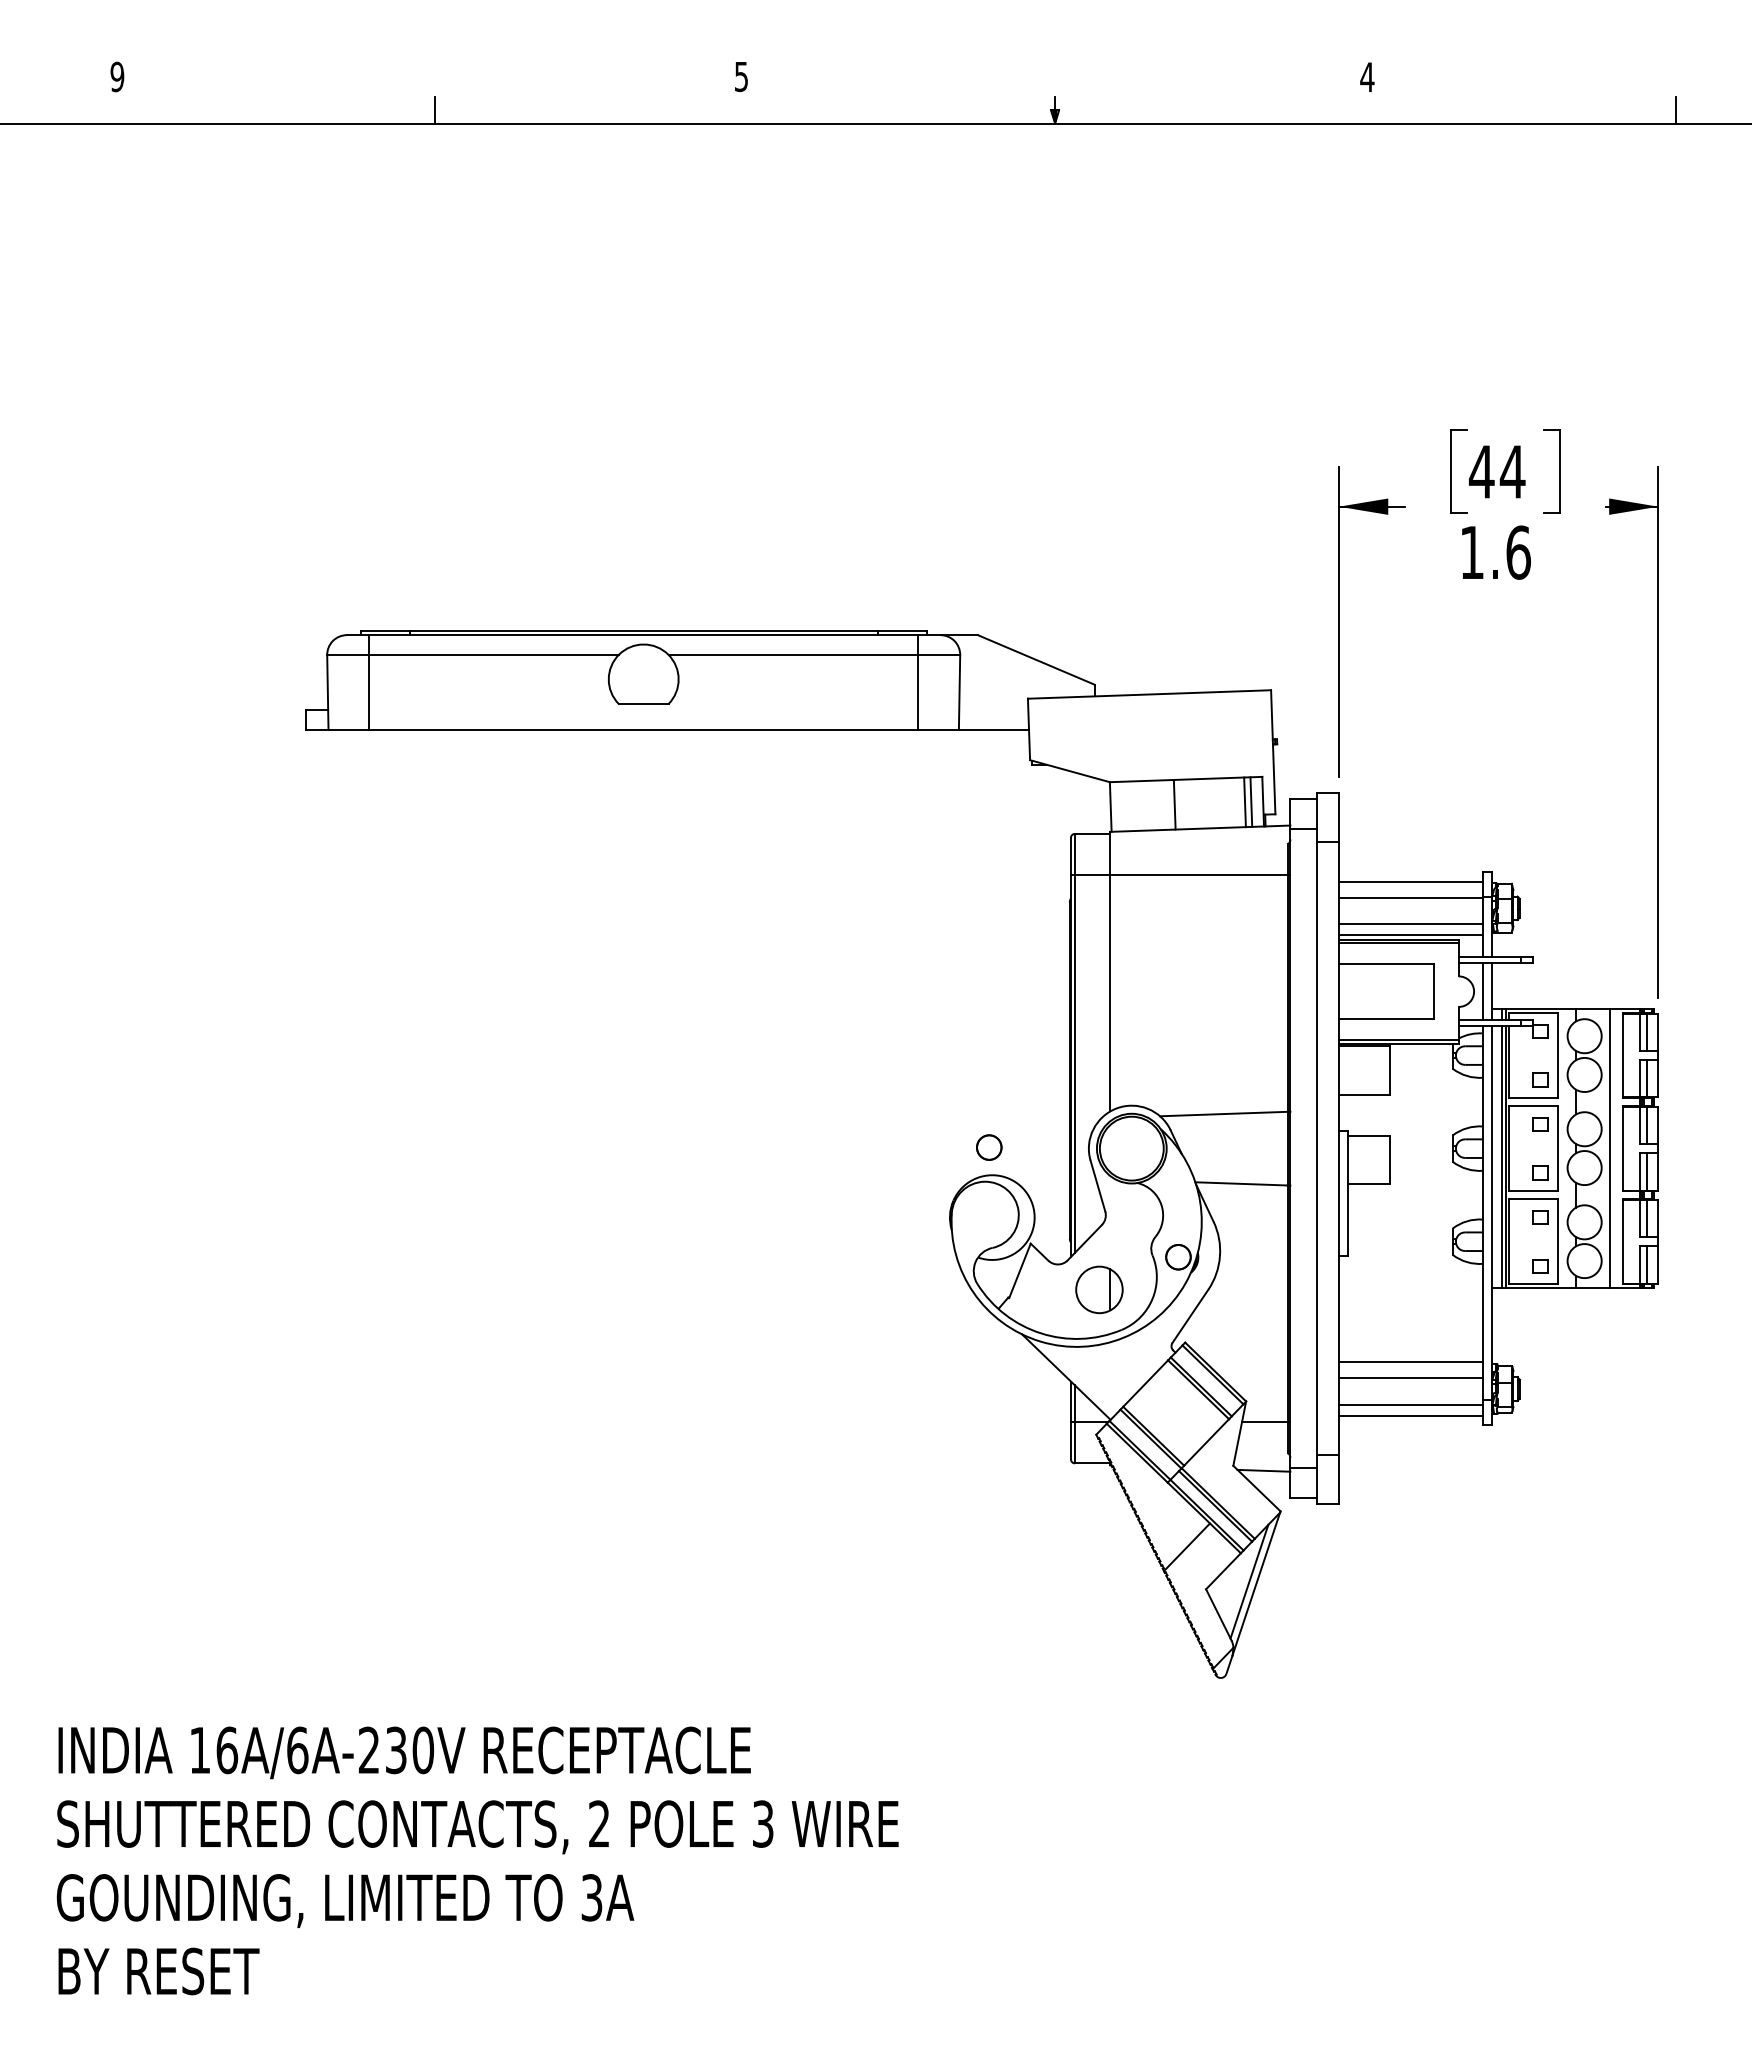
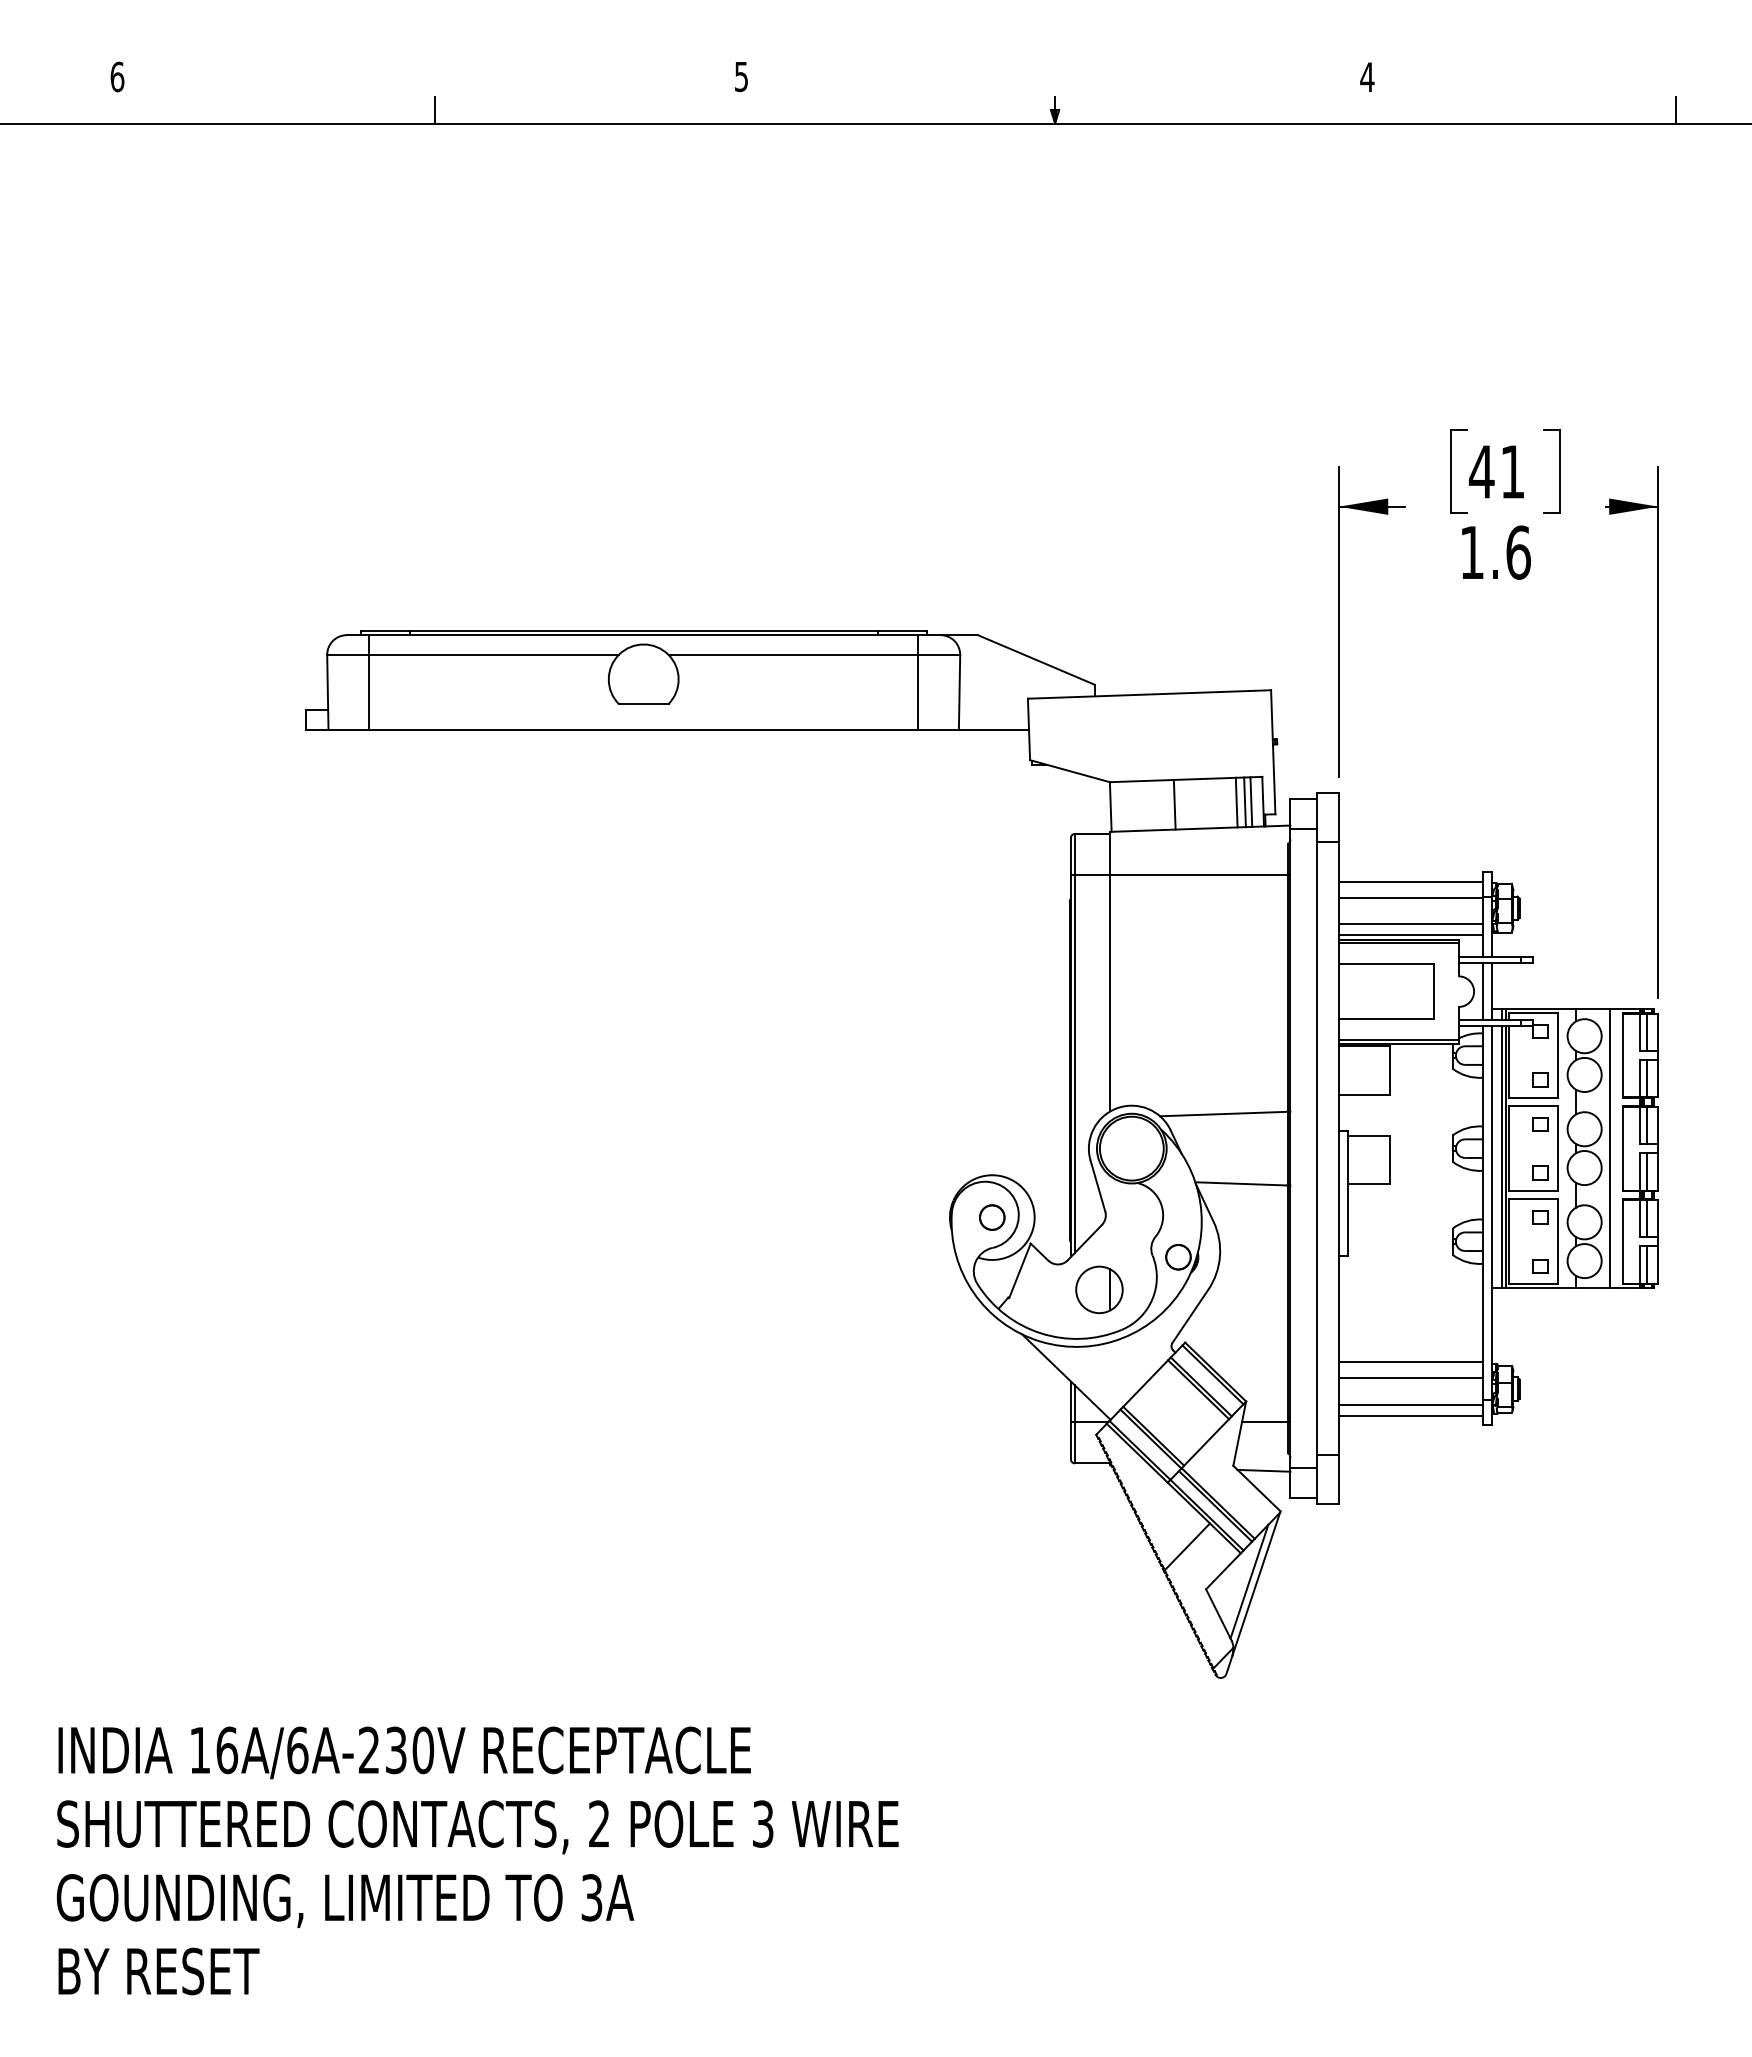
text at (117, 76): 9 -> 6
text at (1512, 471): 44 -> 41
line at (1236, 802): none -> present
circle at (989, 1147) position: (989, 1147) -> (992, 1217)
